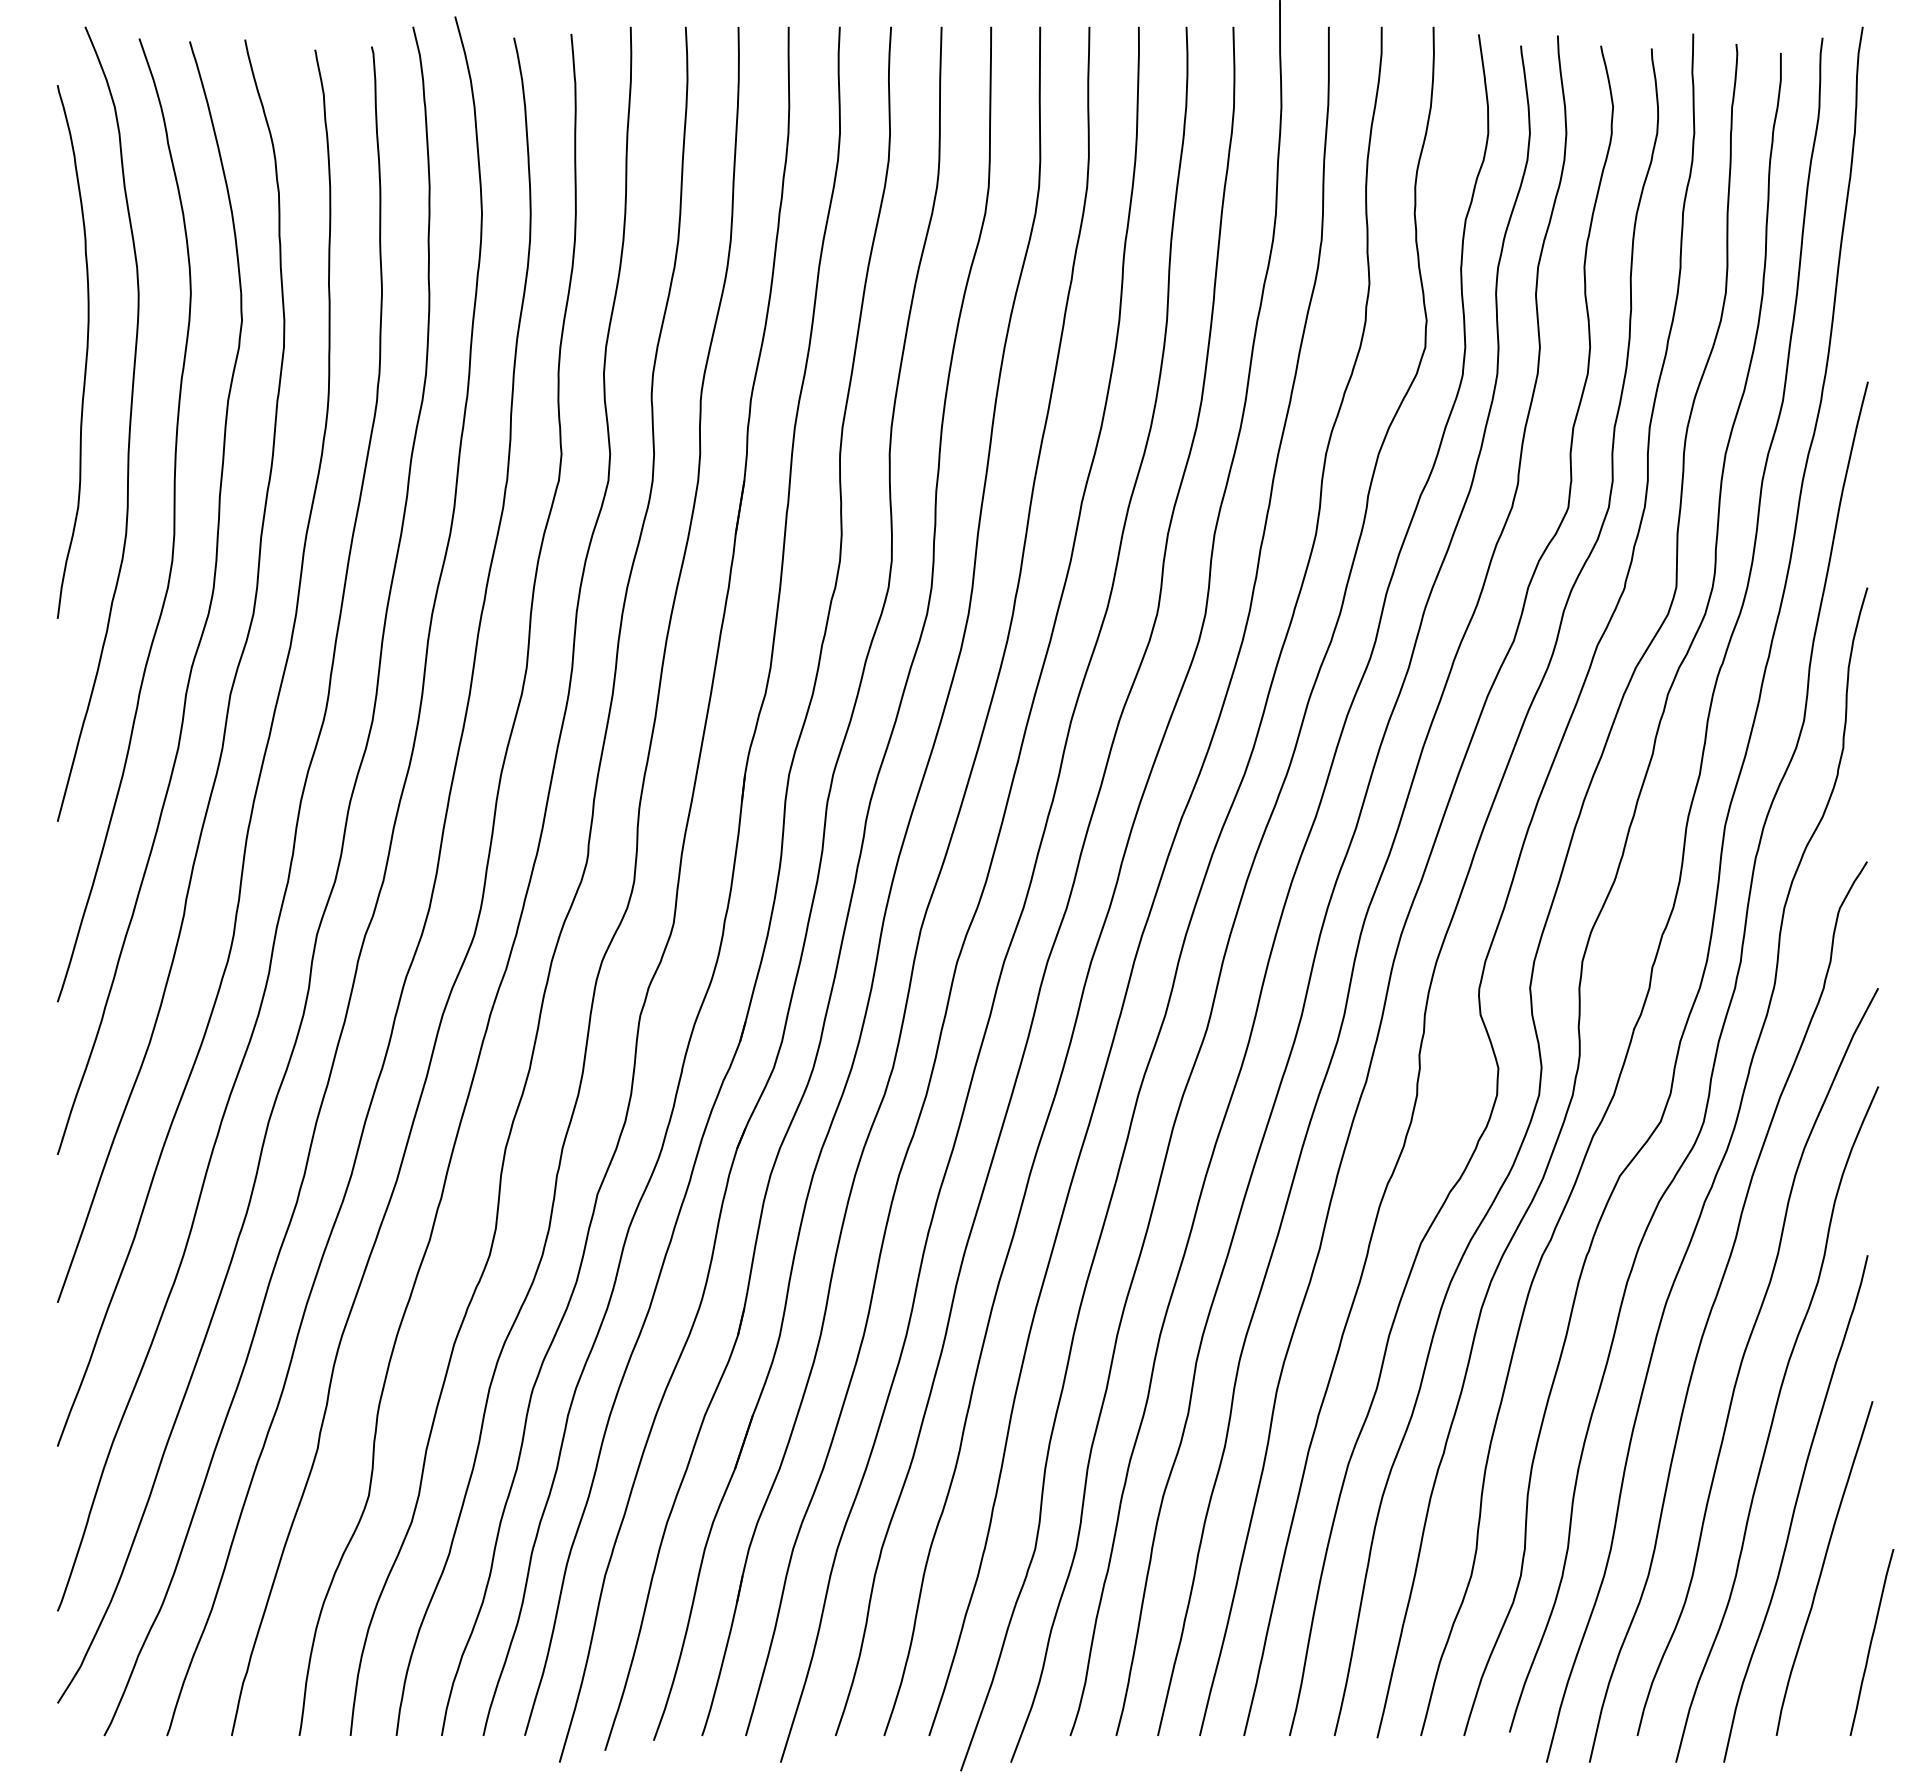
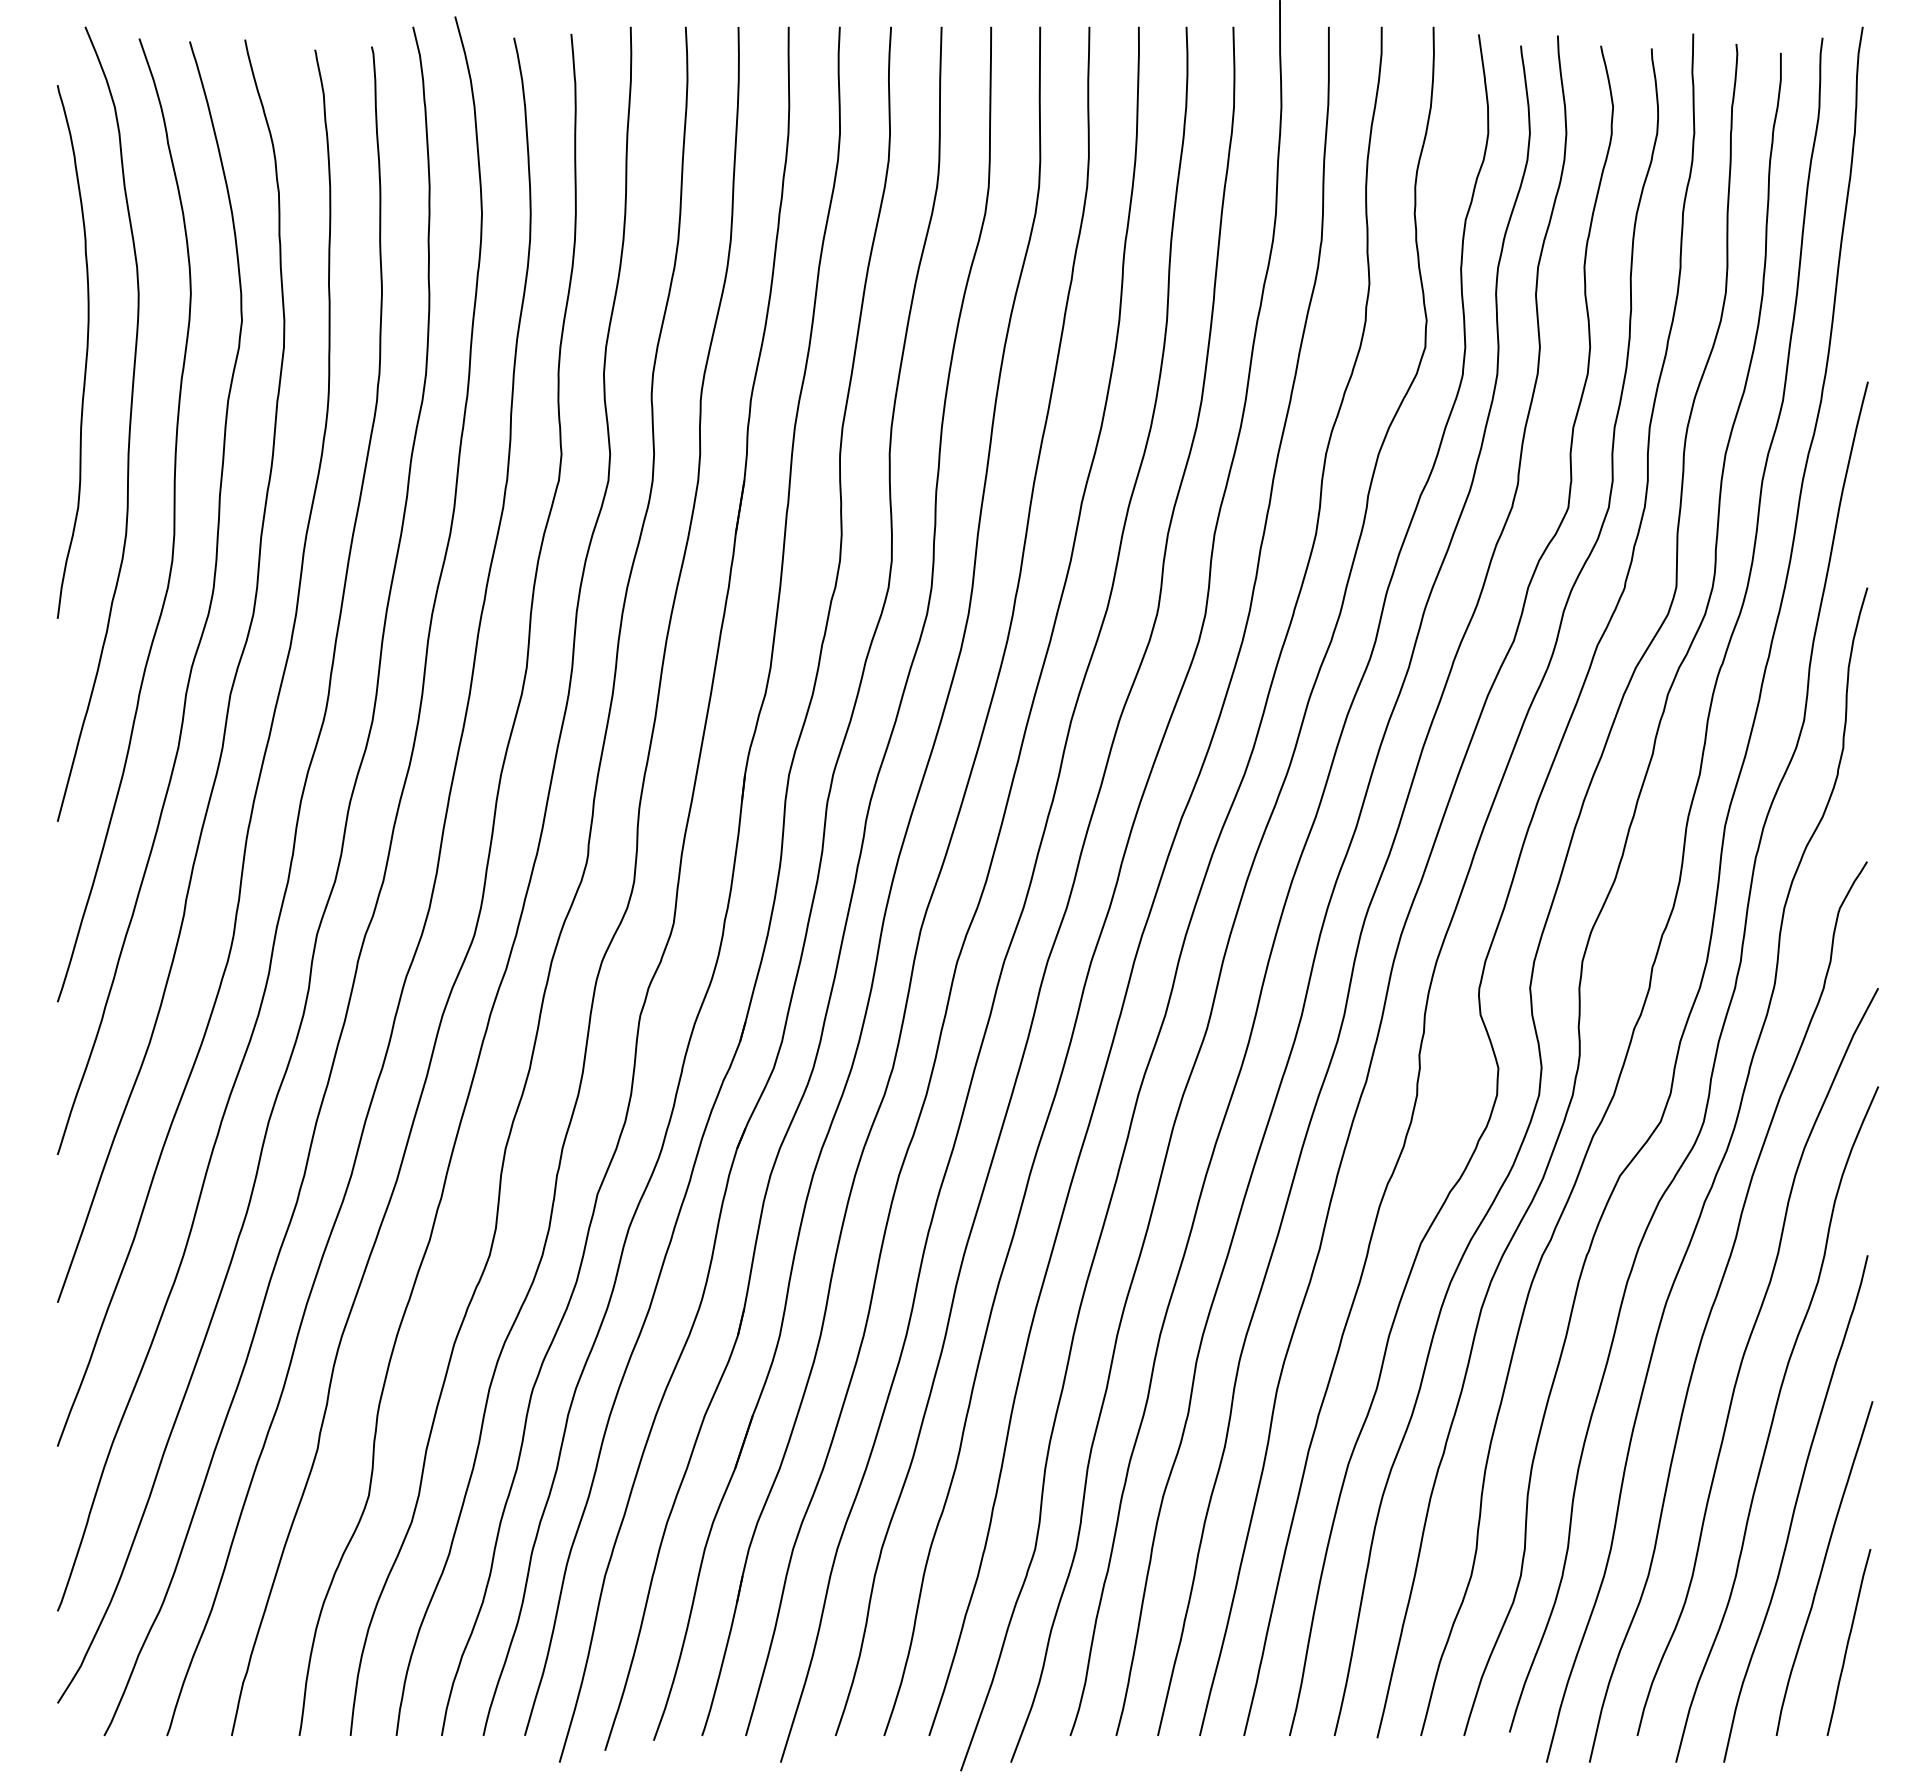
curve at (1871, 1642) position: (1871, 1642) -> (1848, 1642)
